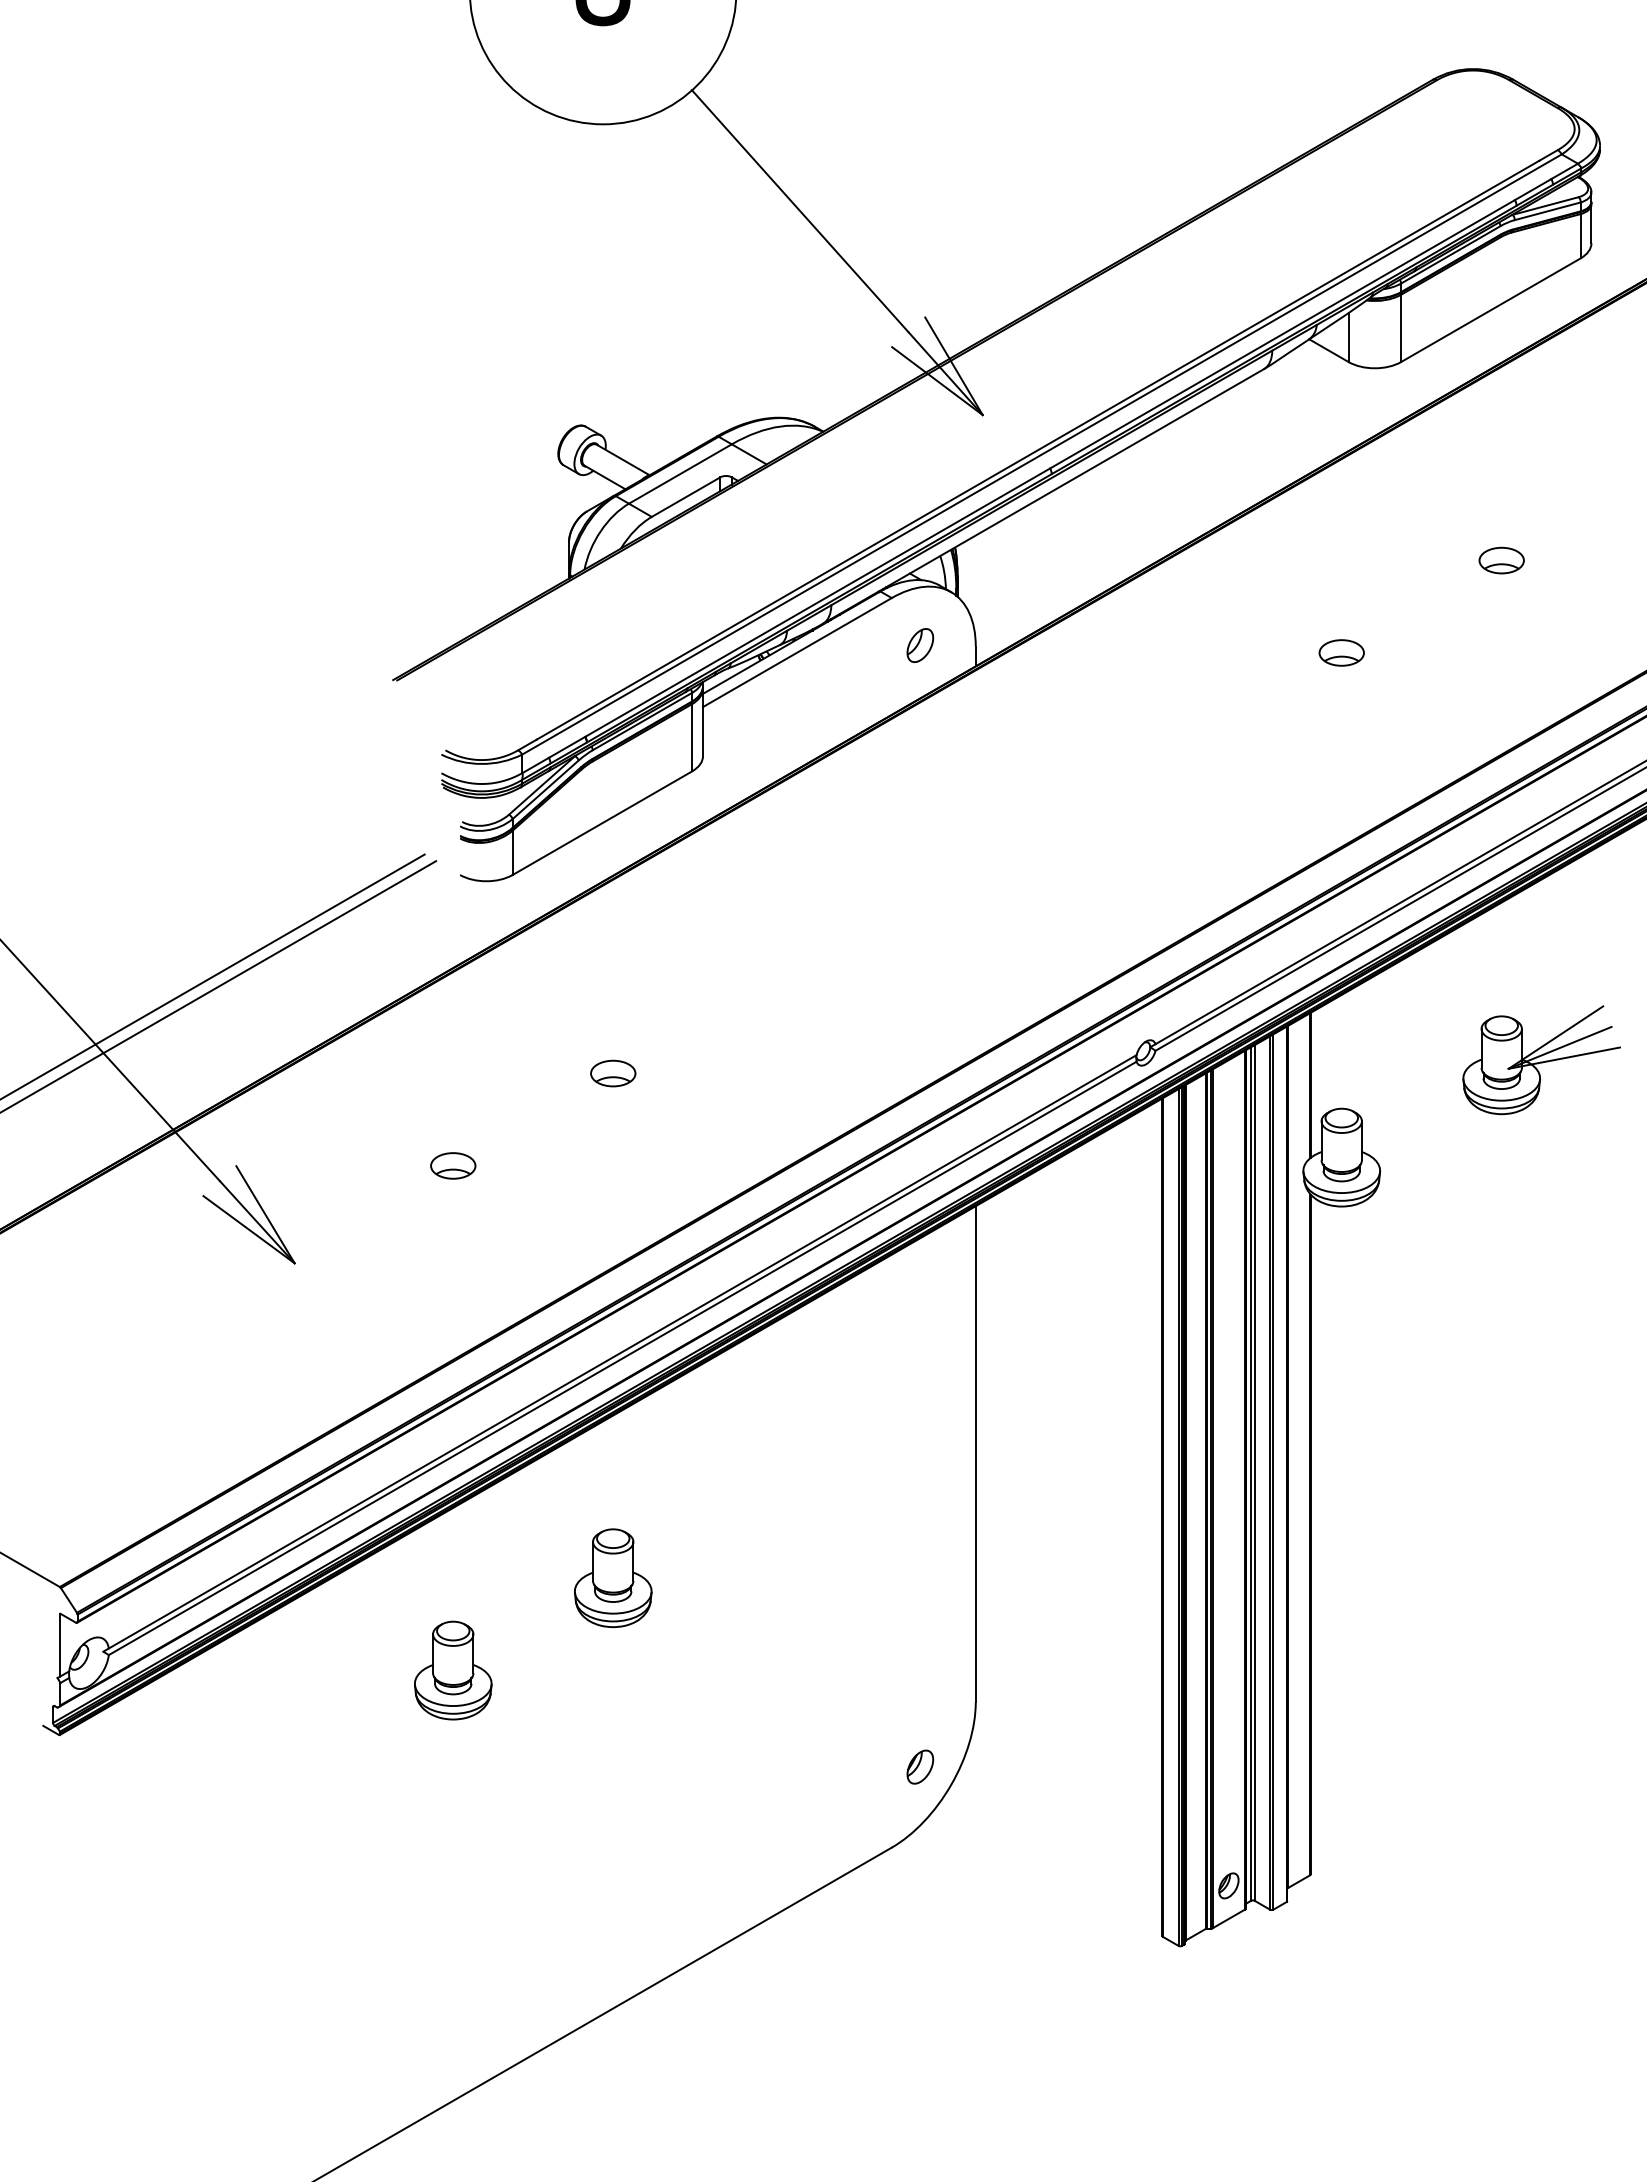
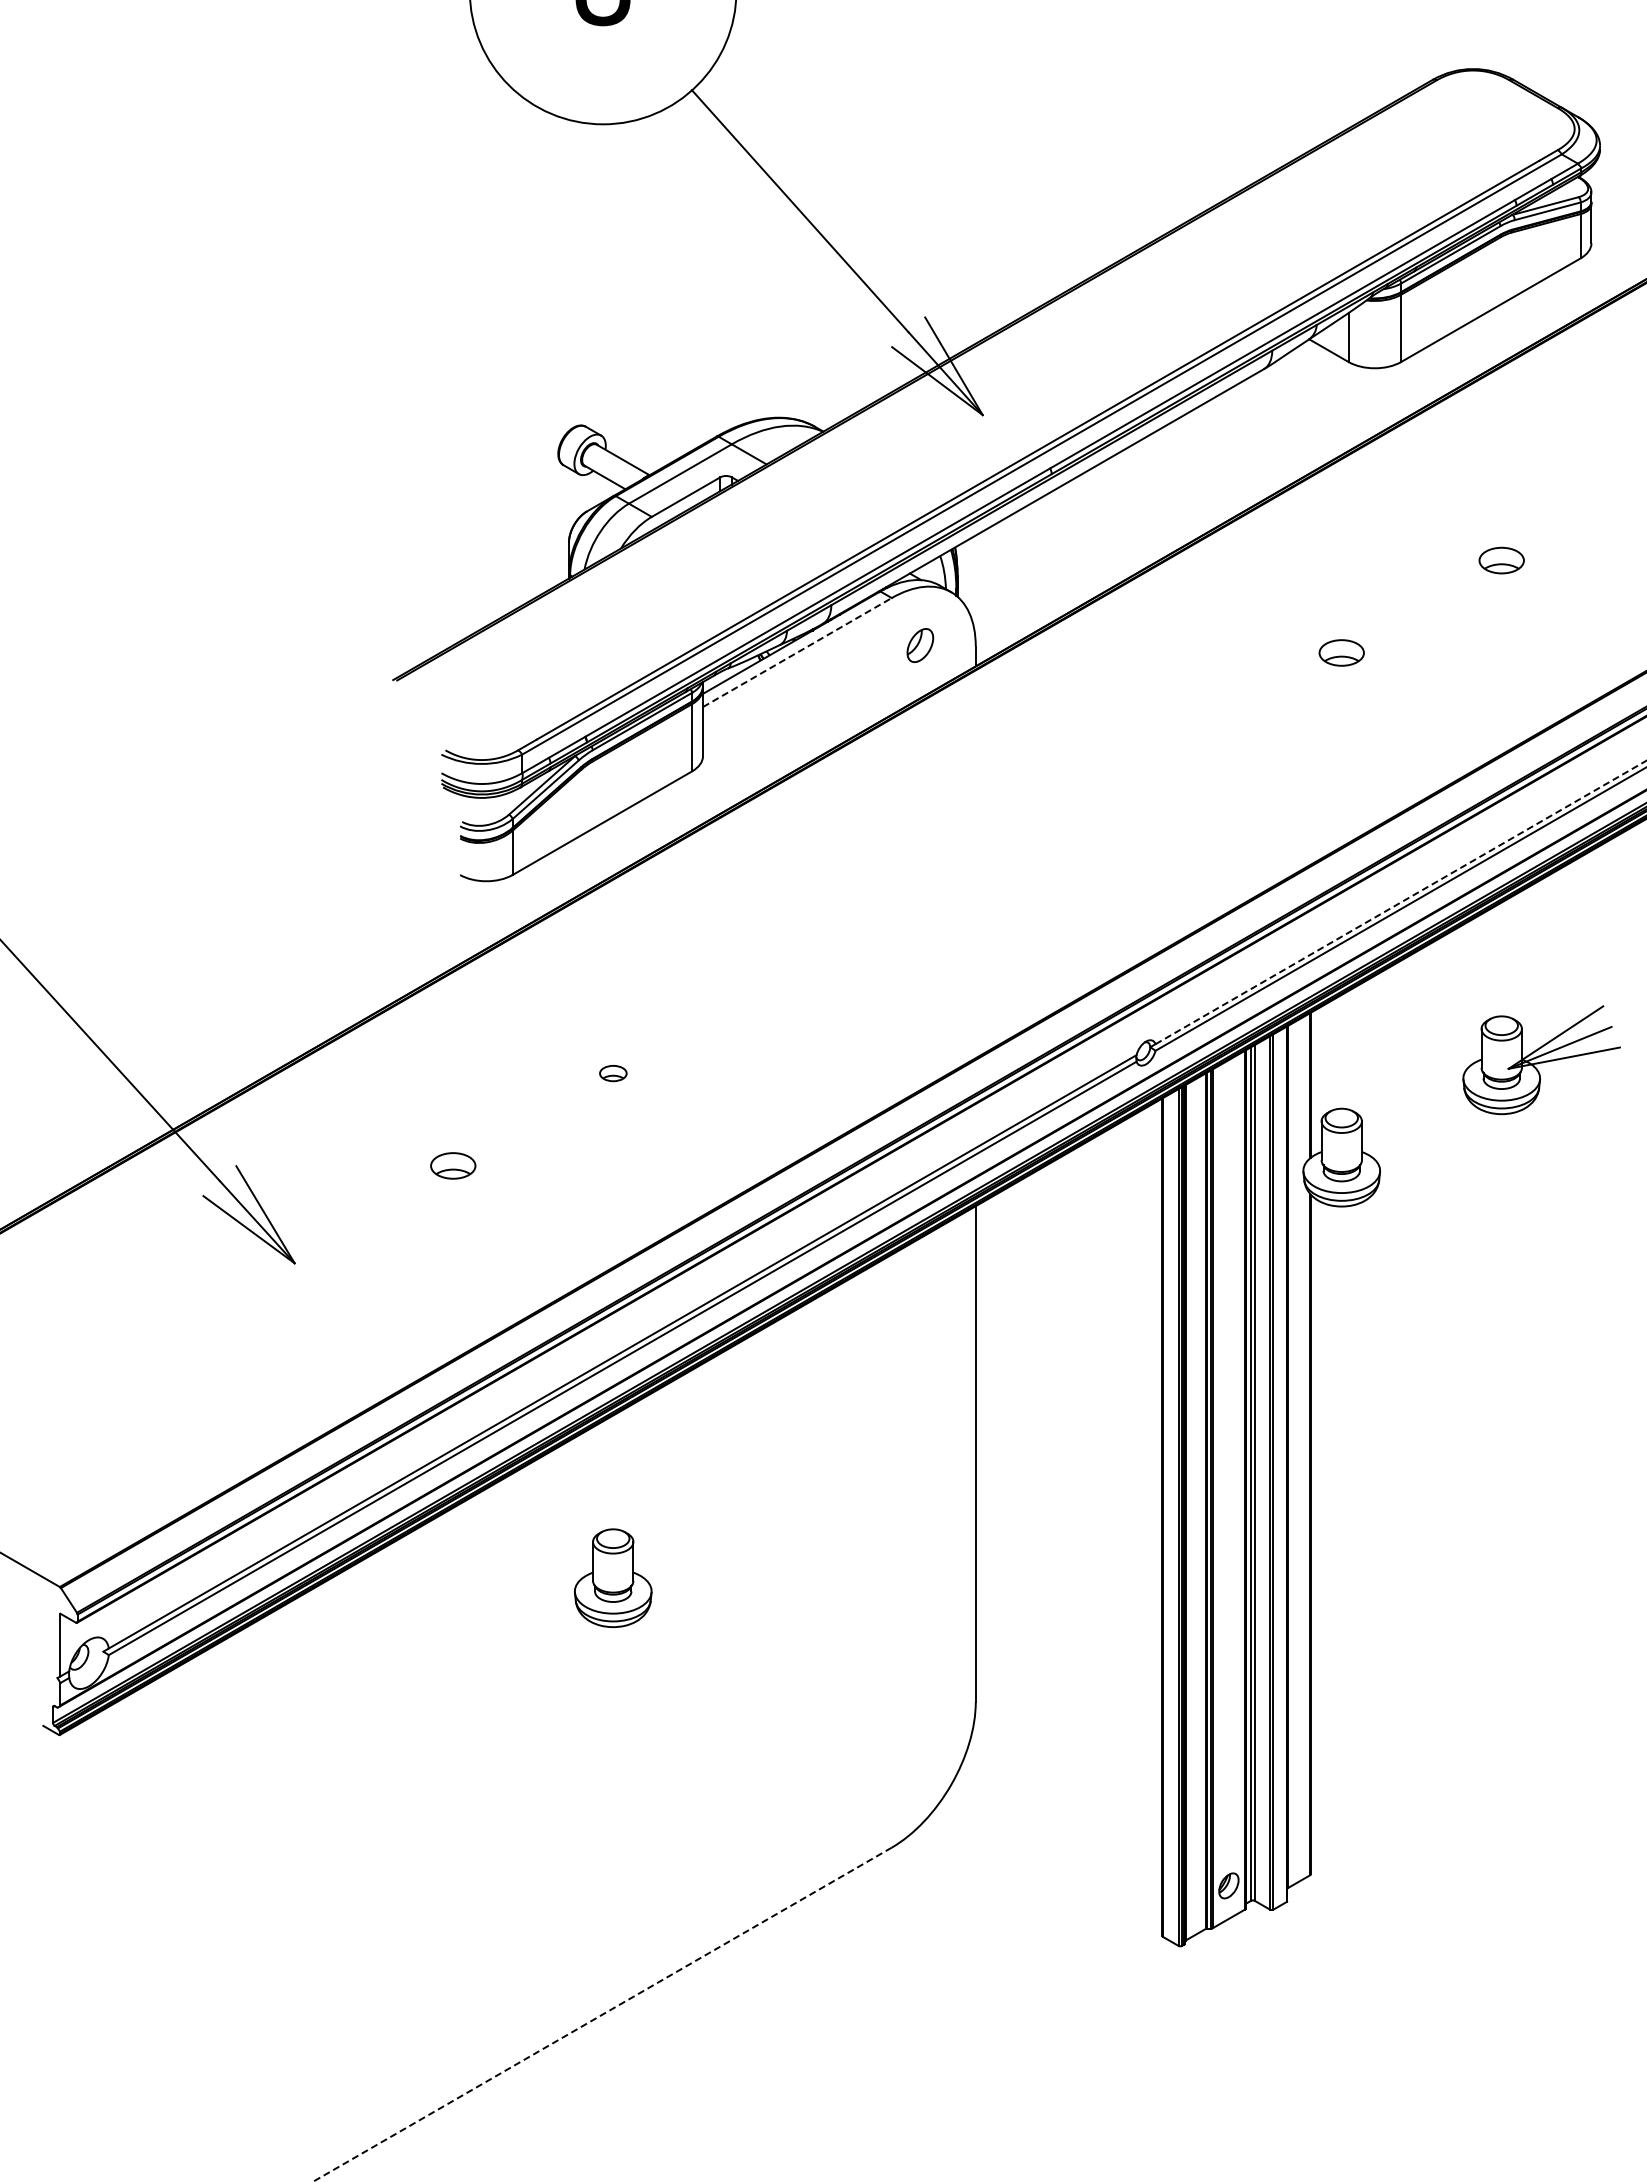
line at (797, 652): solid -> dashed
line at (1401, 902): solid -> dashed
line at (213, 976): present -> none
line at (219, 986): present -> none
part at (613, 1073) size: 47x29 px -> 29x18 px
part at (453, 1670): present -> none
part at (920, 1766): present -> none
line at (602, 2014): solid -> dashed
